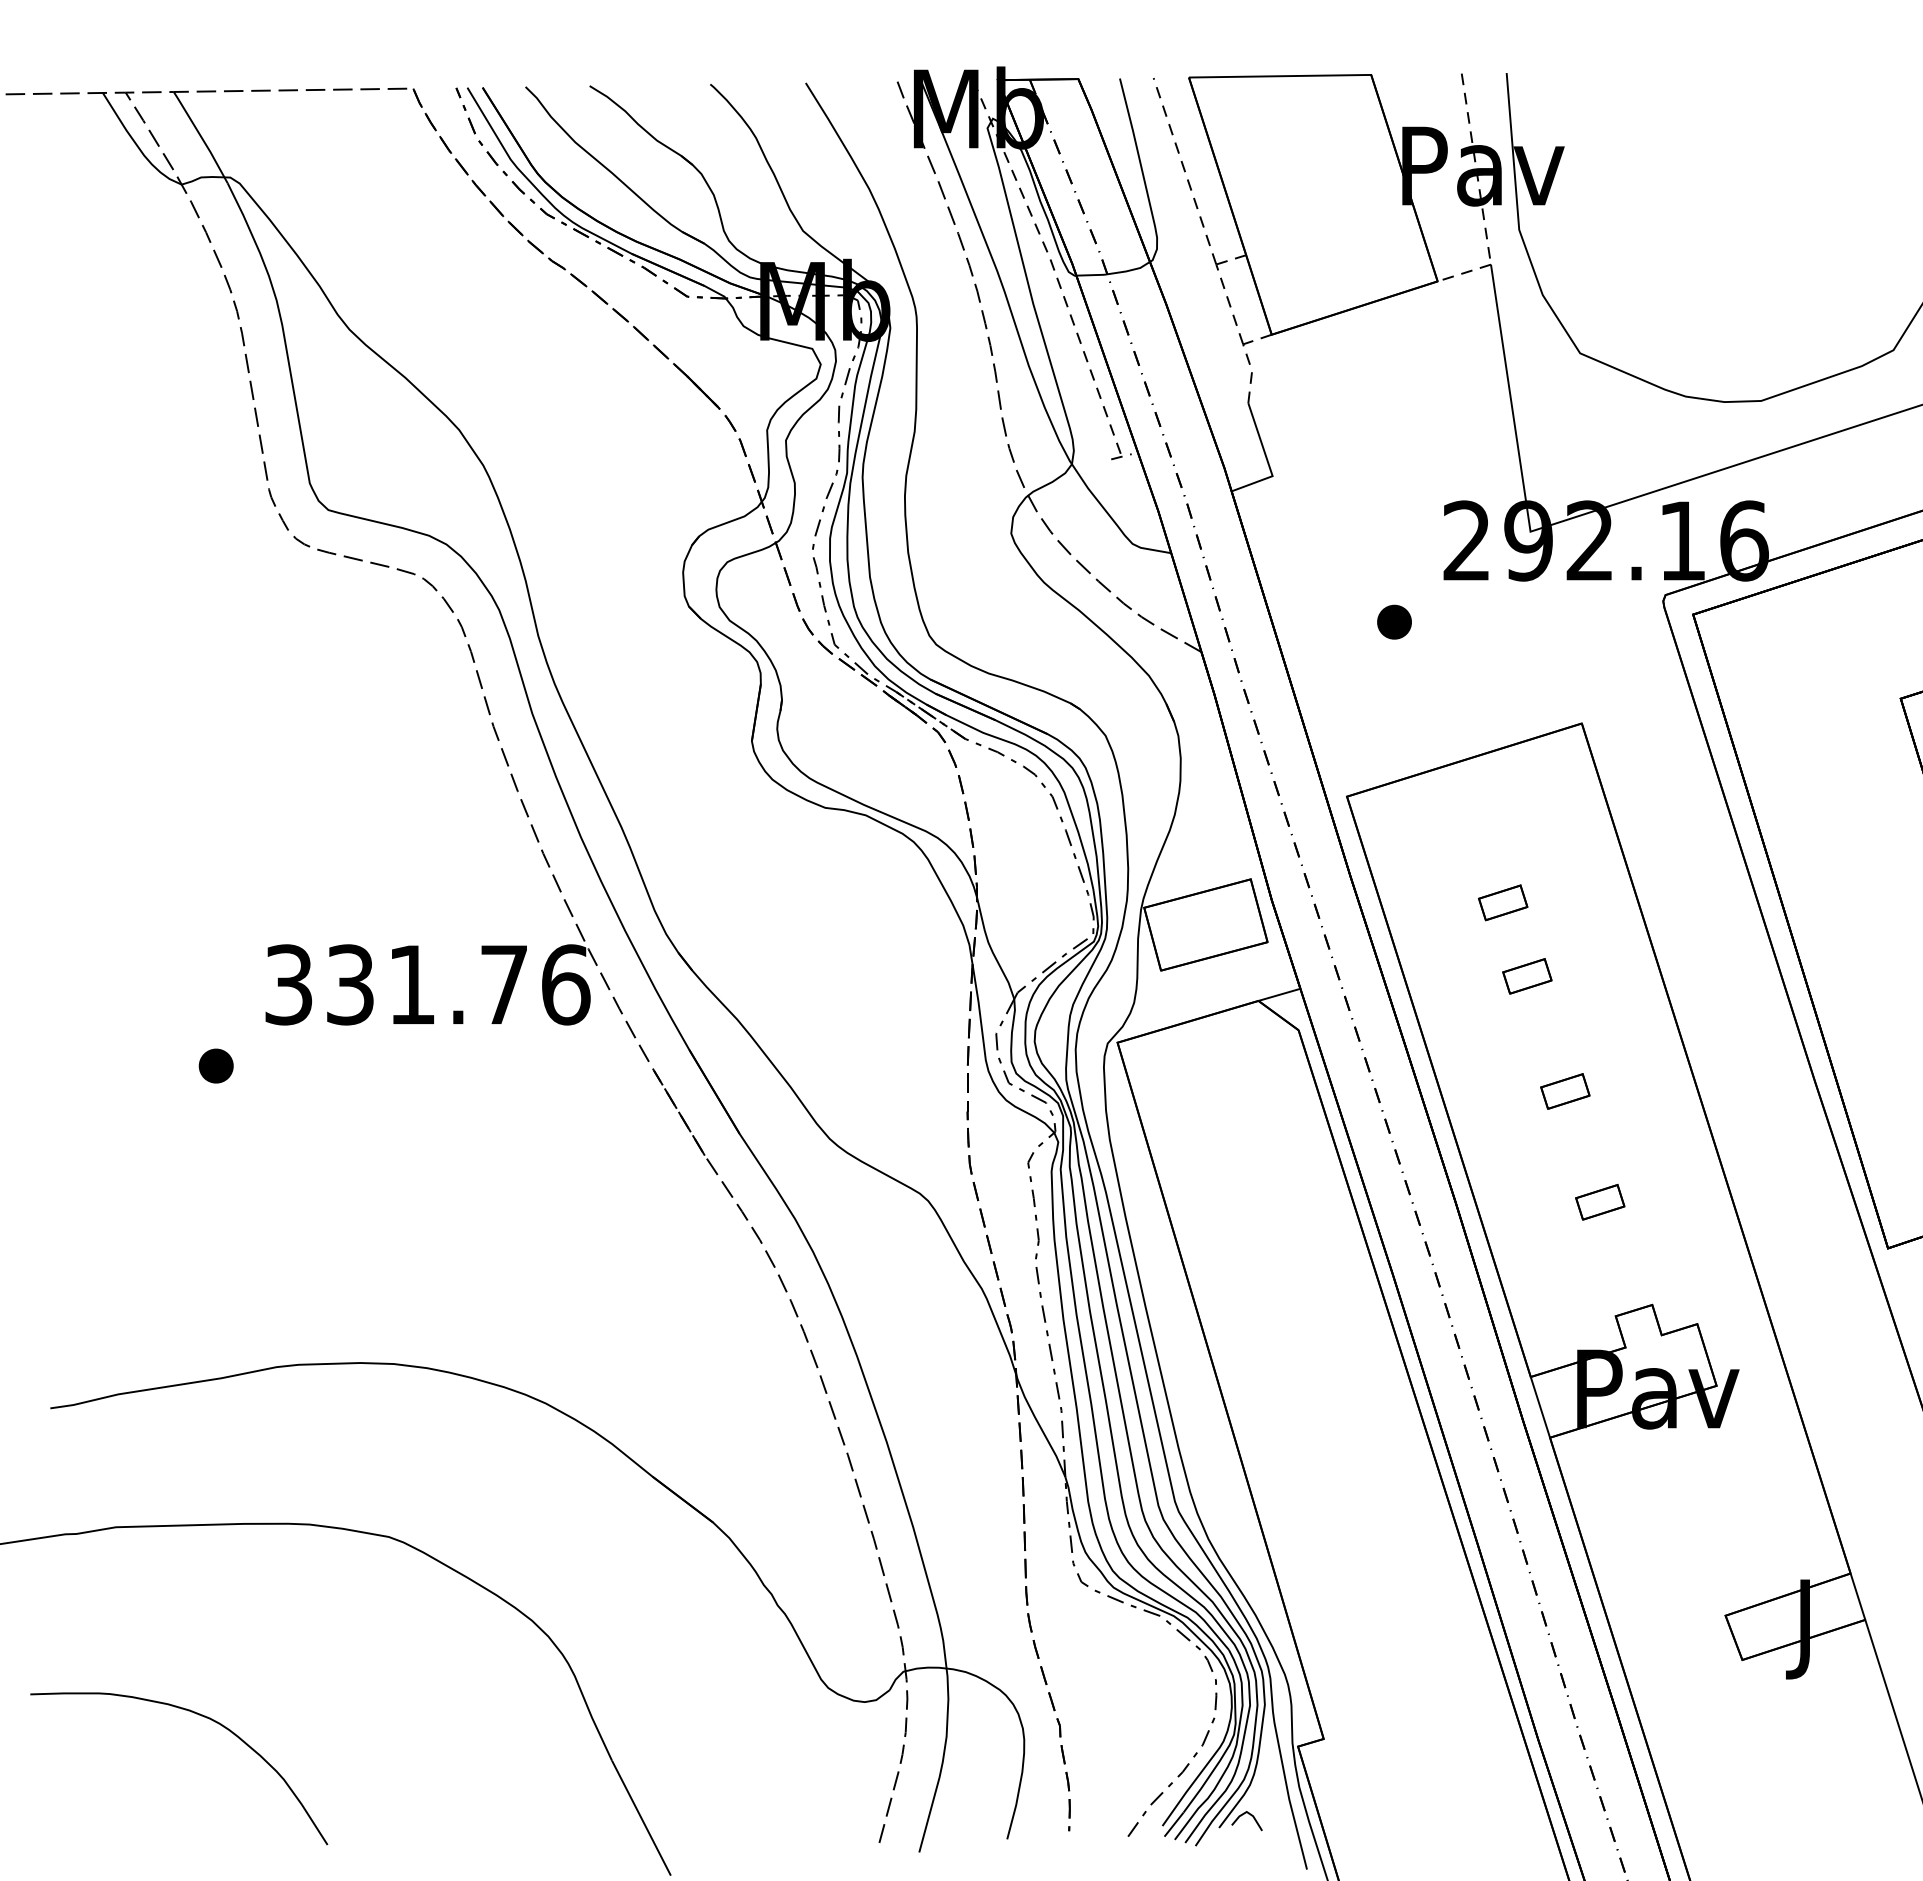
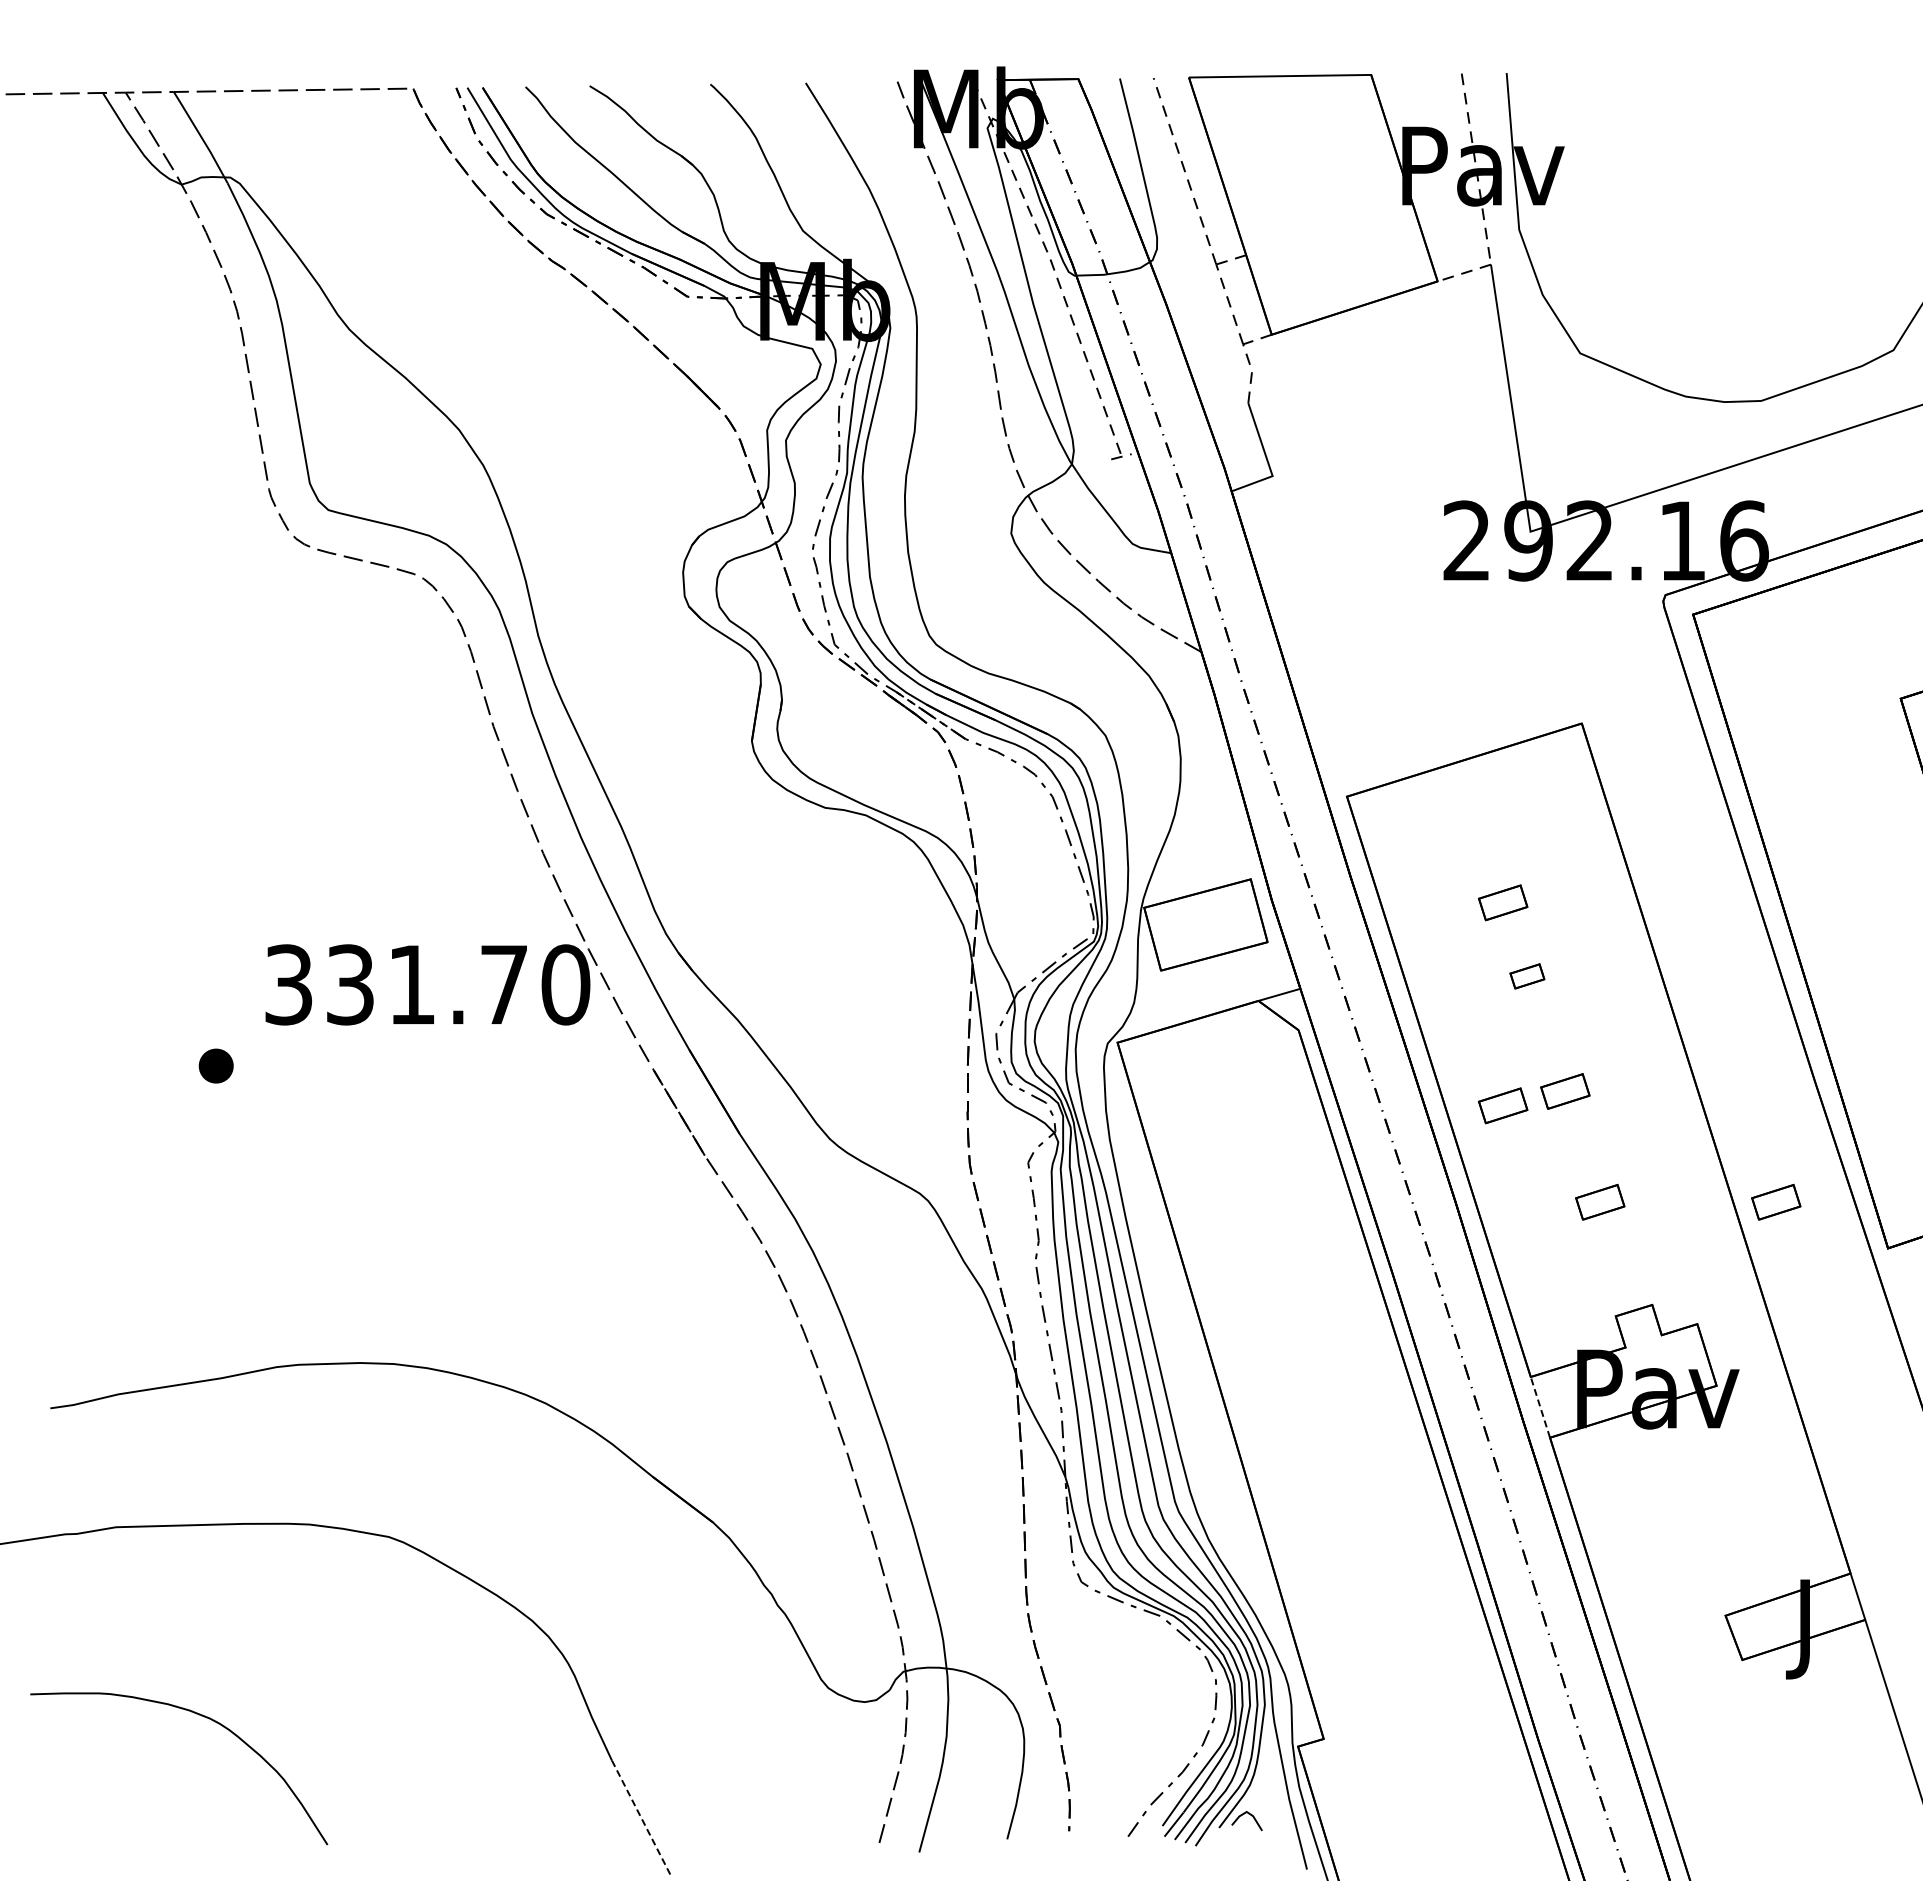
part at (1394, 621): present -> none
part at (1527, 976) size: 51x37 px -> 37x27 px
text at (565, 984): 331.76 -> 331.70
part at (1503, 1105): none -> present
part at (1776, 1202): none -> present
line at (1540, 1407): solid -> dashed
line at (641, 1818): solid -> dashed
